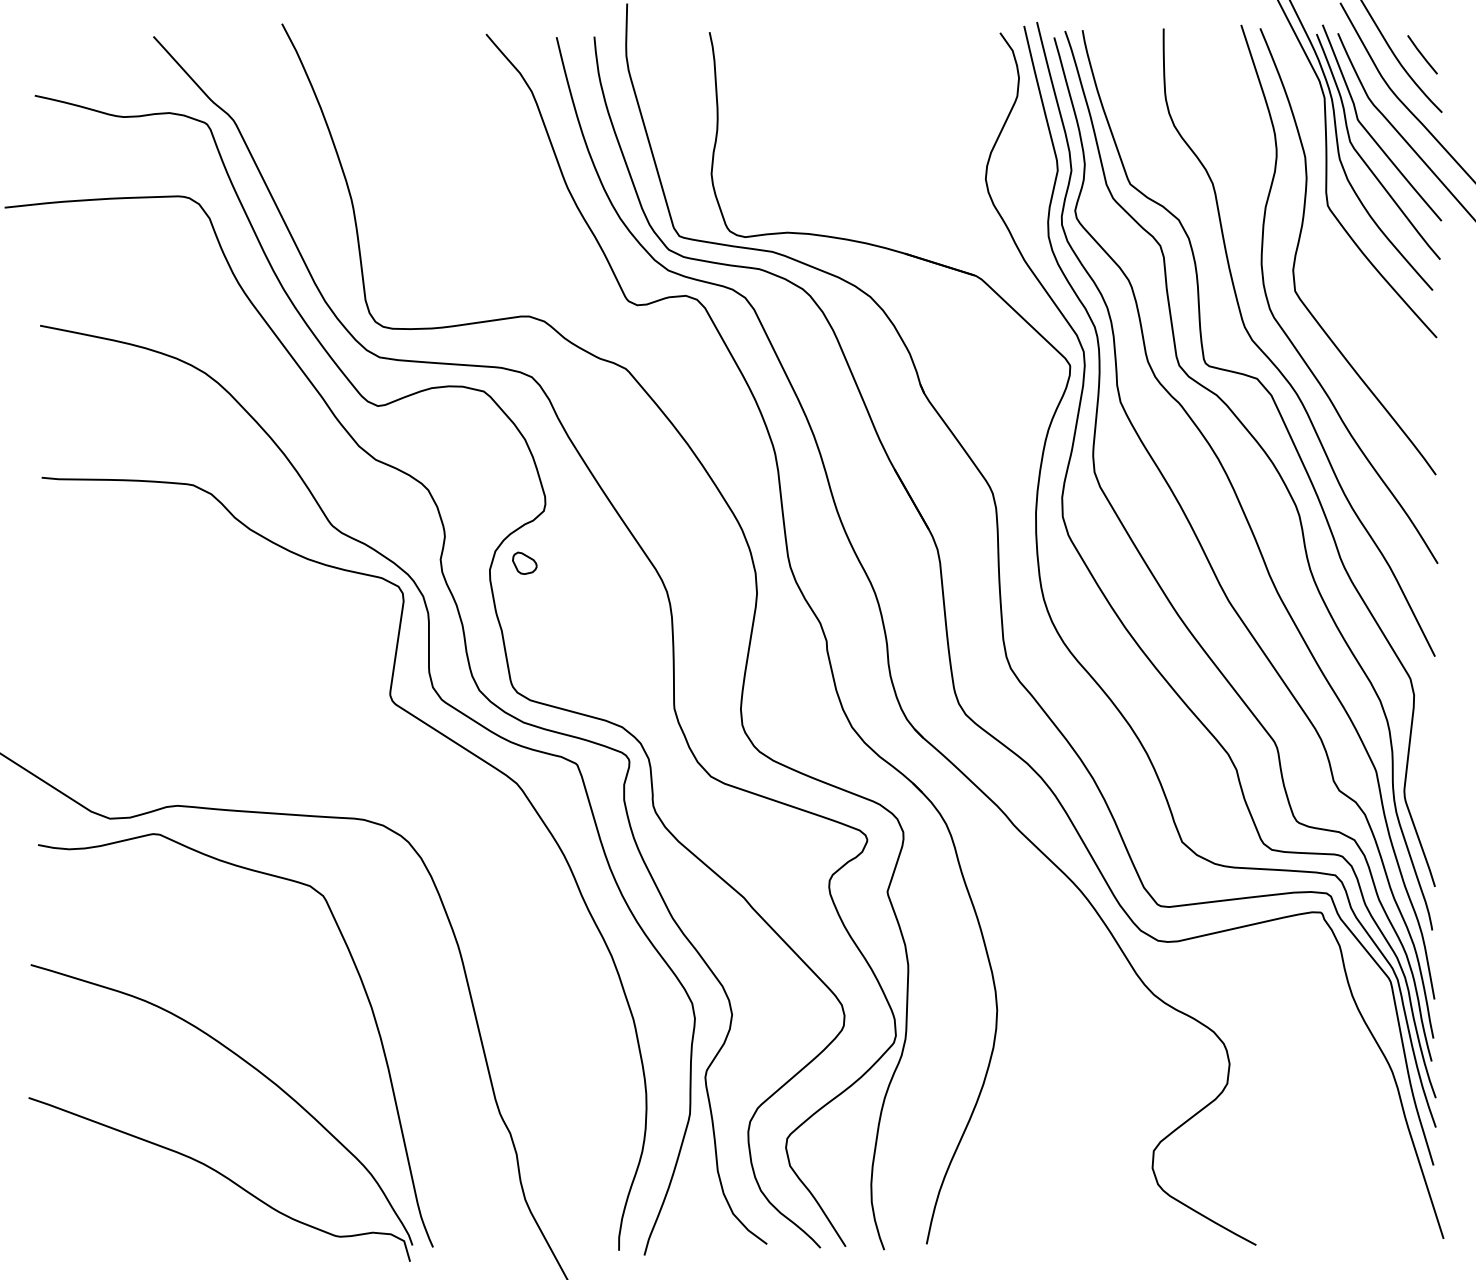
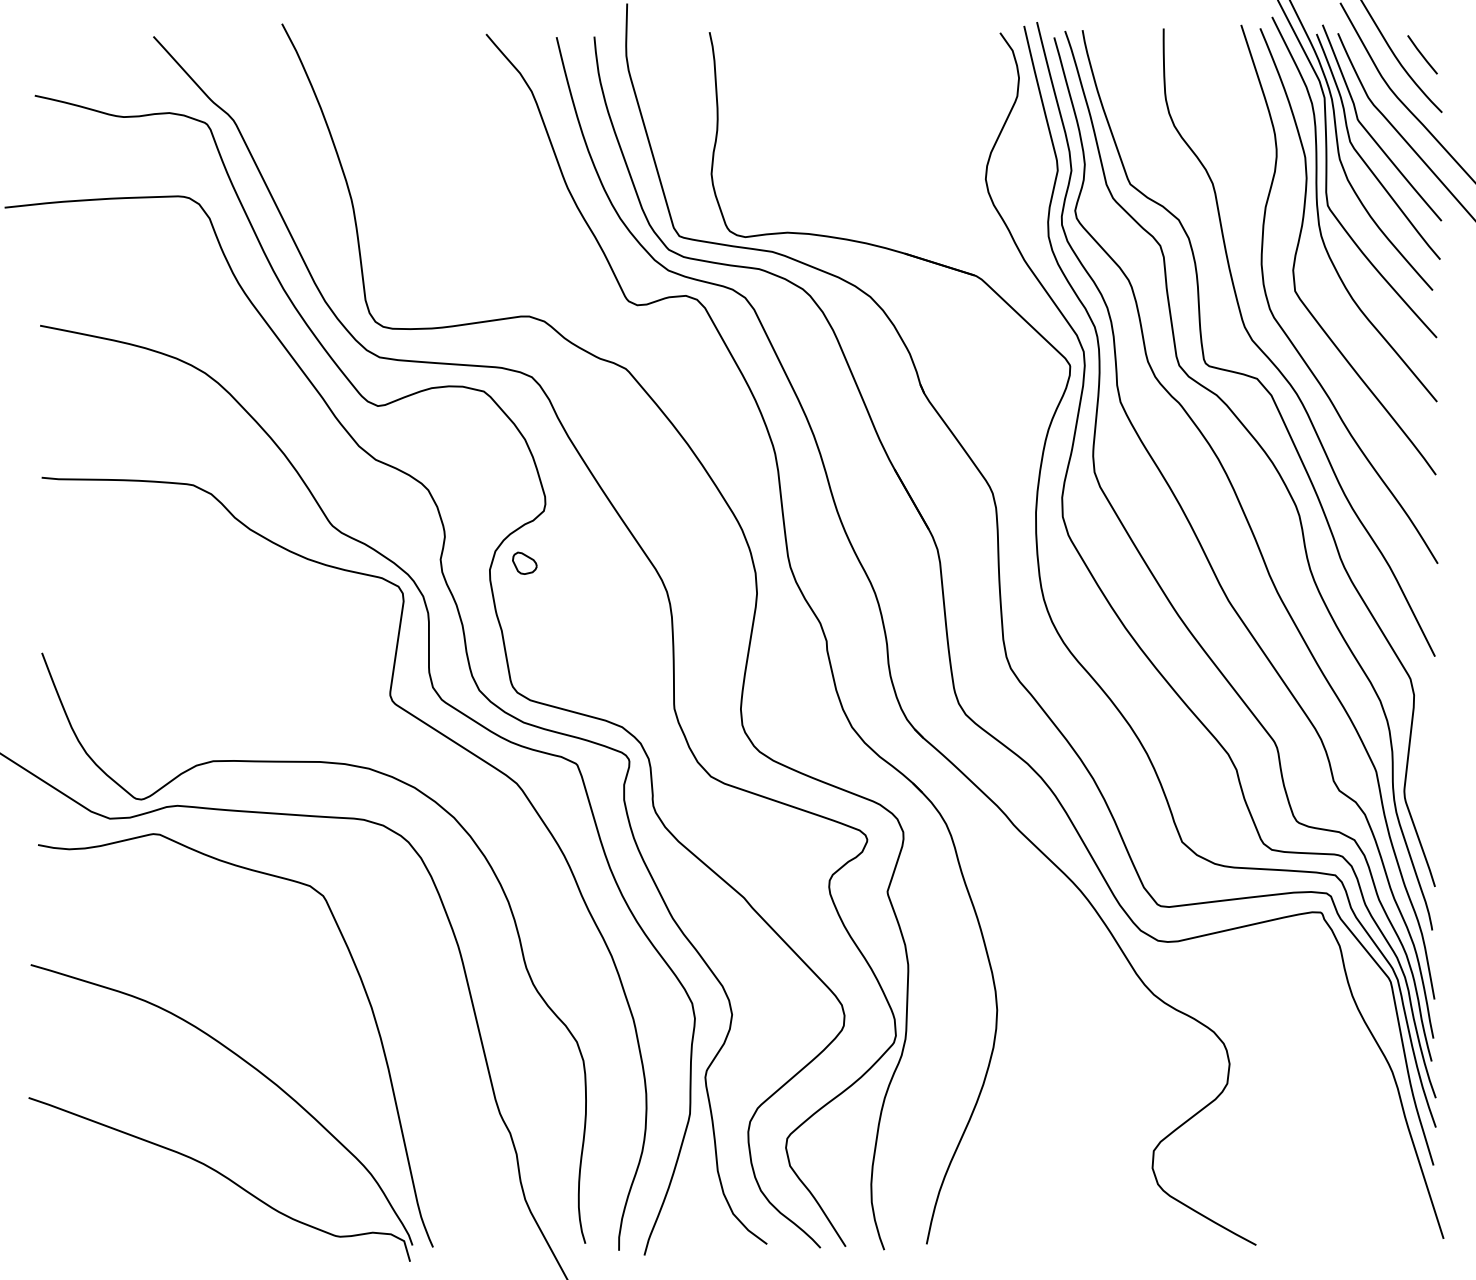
curve at (1319, 216): none -> present
curve at (334, 764): none -> present
